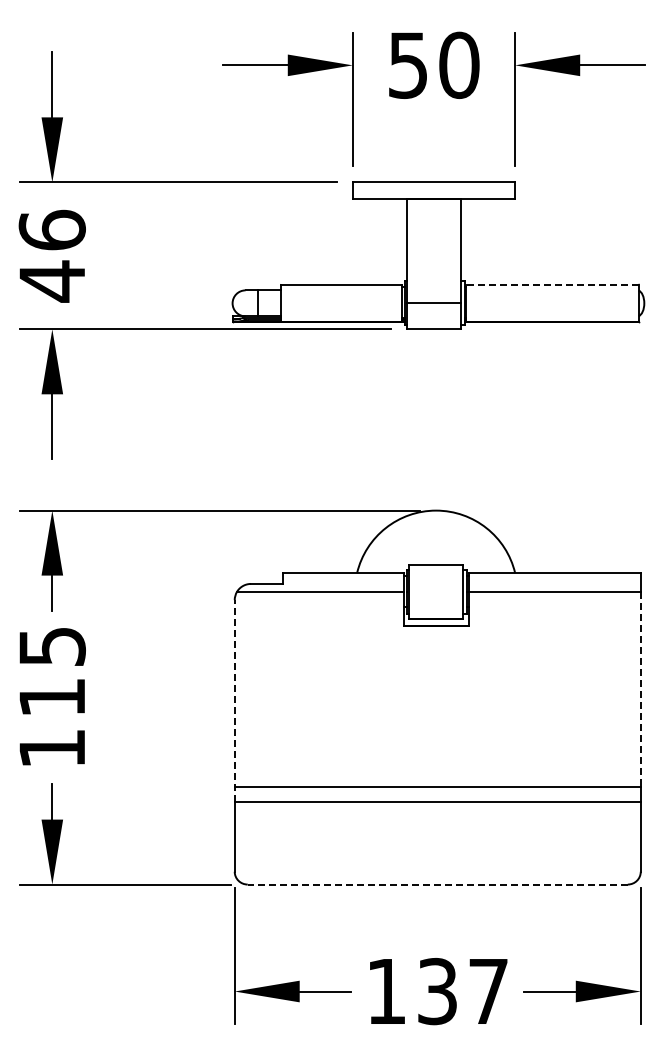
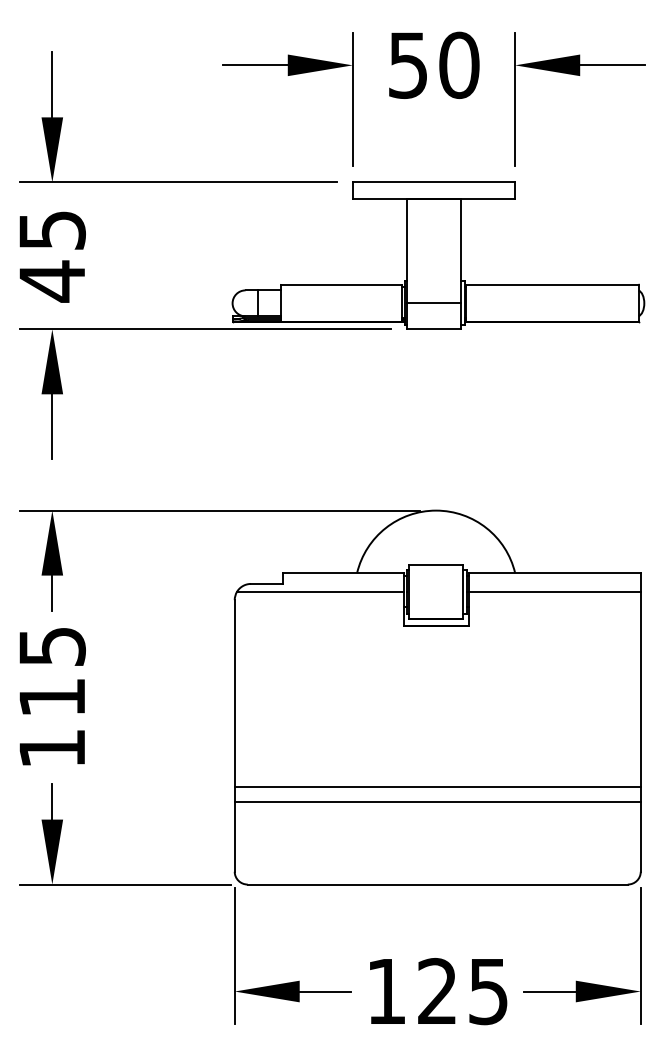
text at (51, 229): 46 -> 45
line at (552, 284): dashed -> solid
line at (640, 689): dashed -> solid
line at (234, 701): dashed -> solid
line at (437, 884): dashed -> solid
text at (462, 991): 137 -> 125
